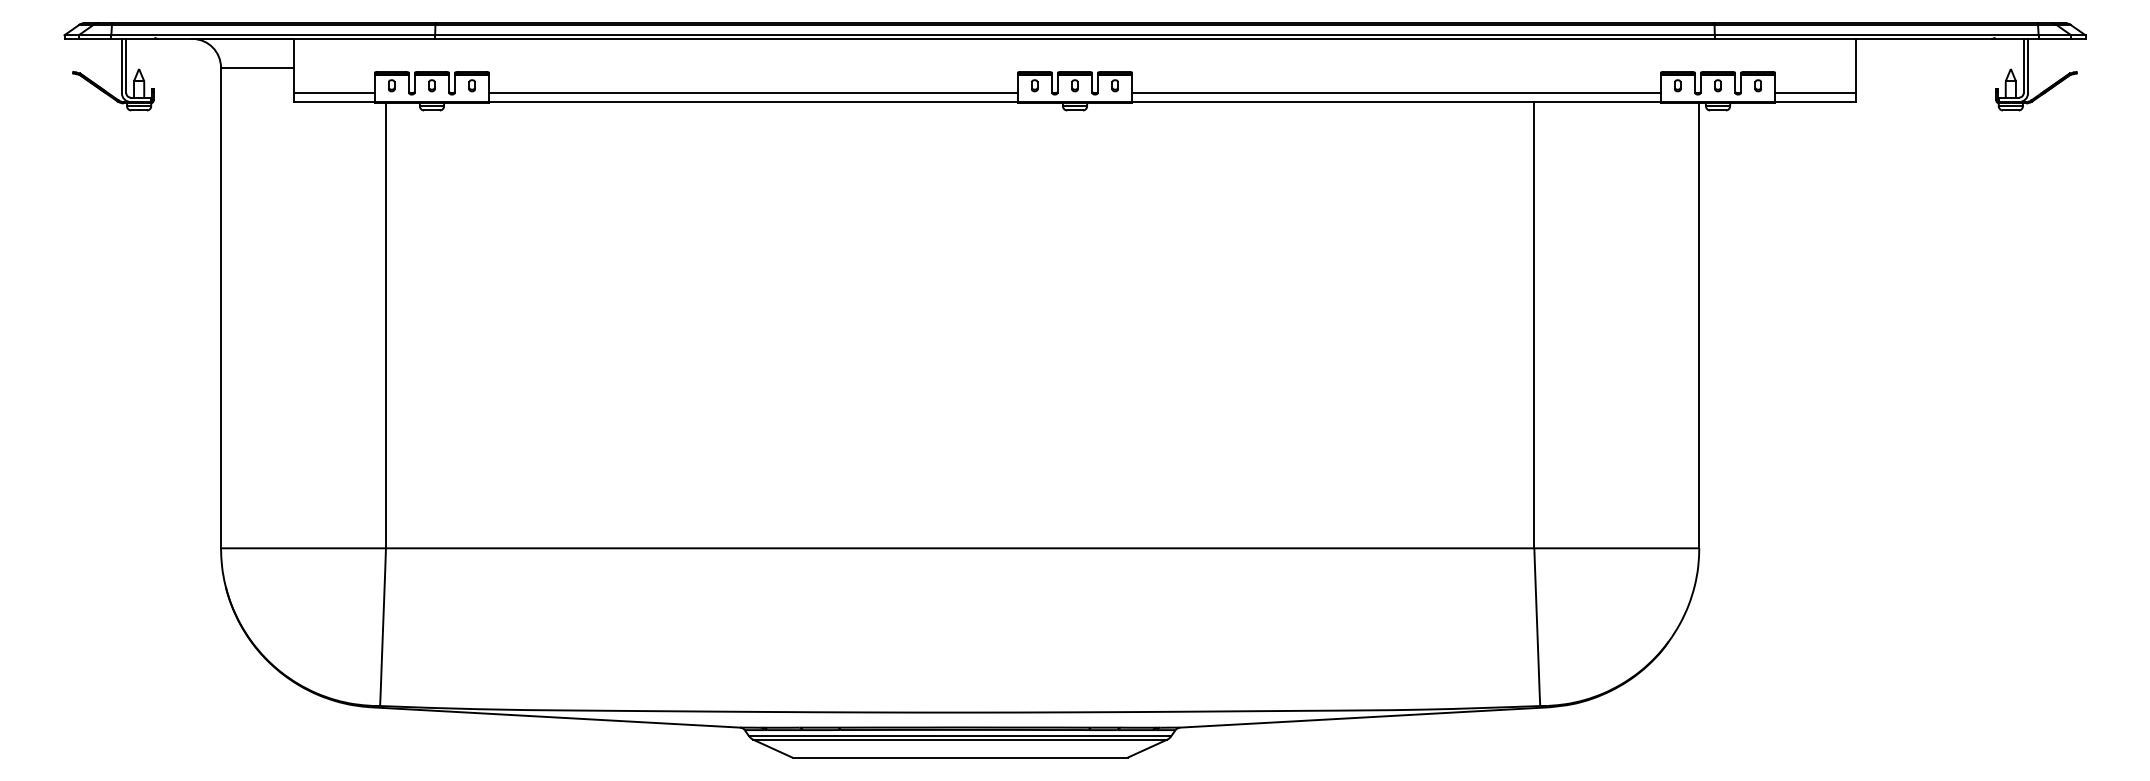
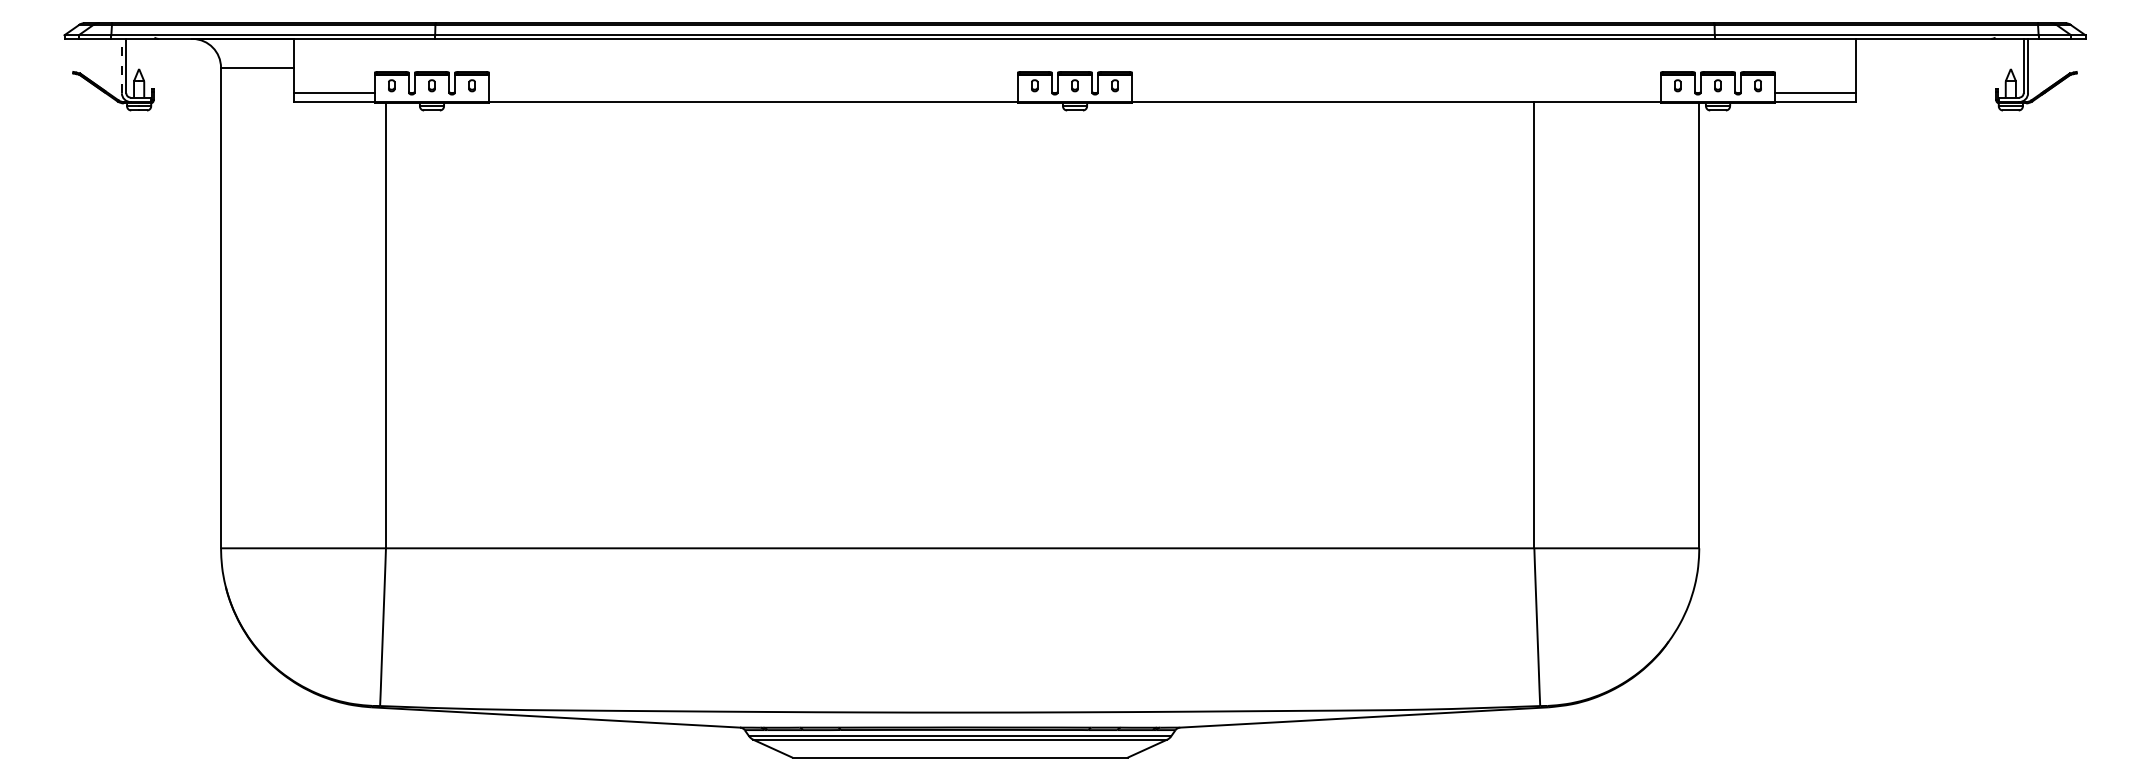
line at (121, 65): solid -> dashed
line at (753, 93): present -> none
line at (1396, 93): present -> none
